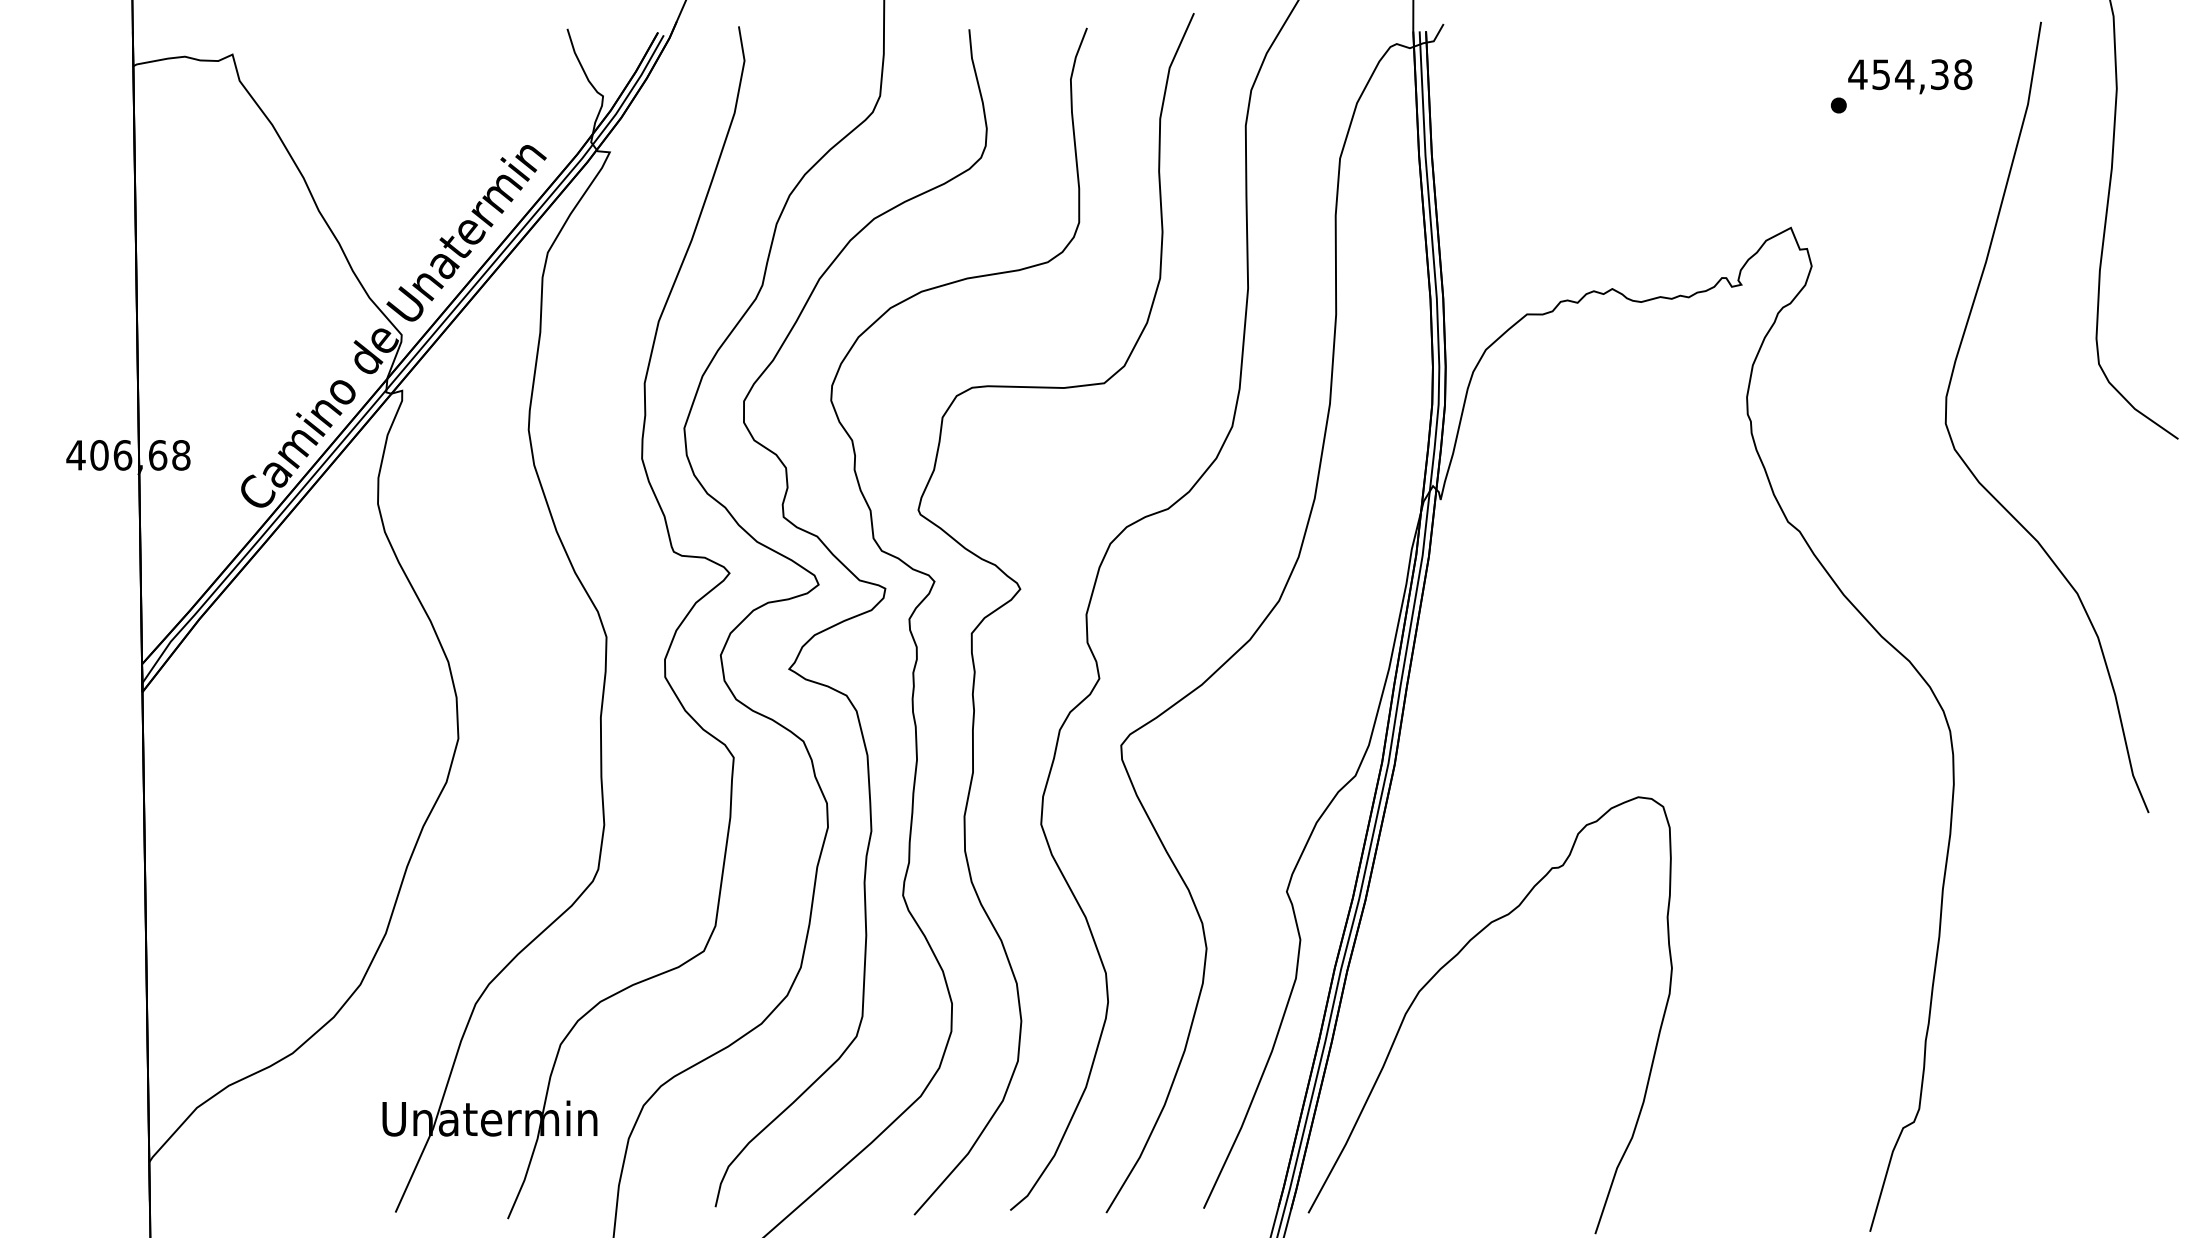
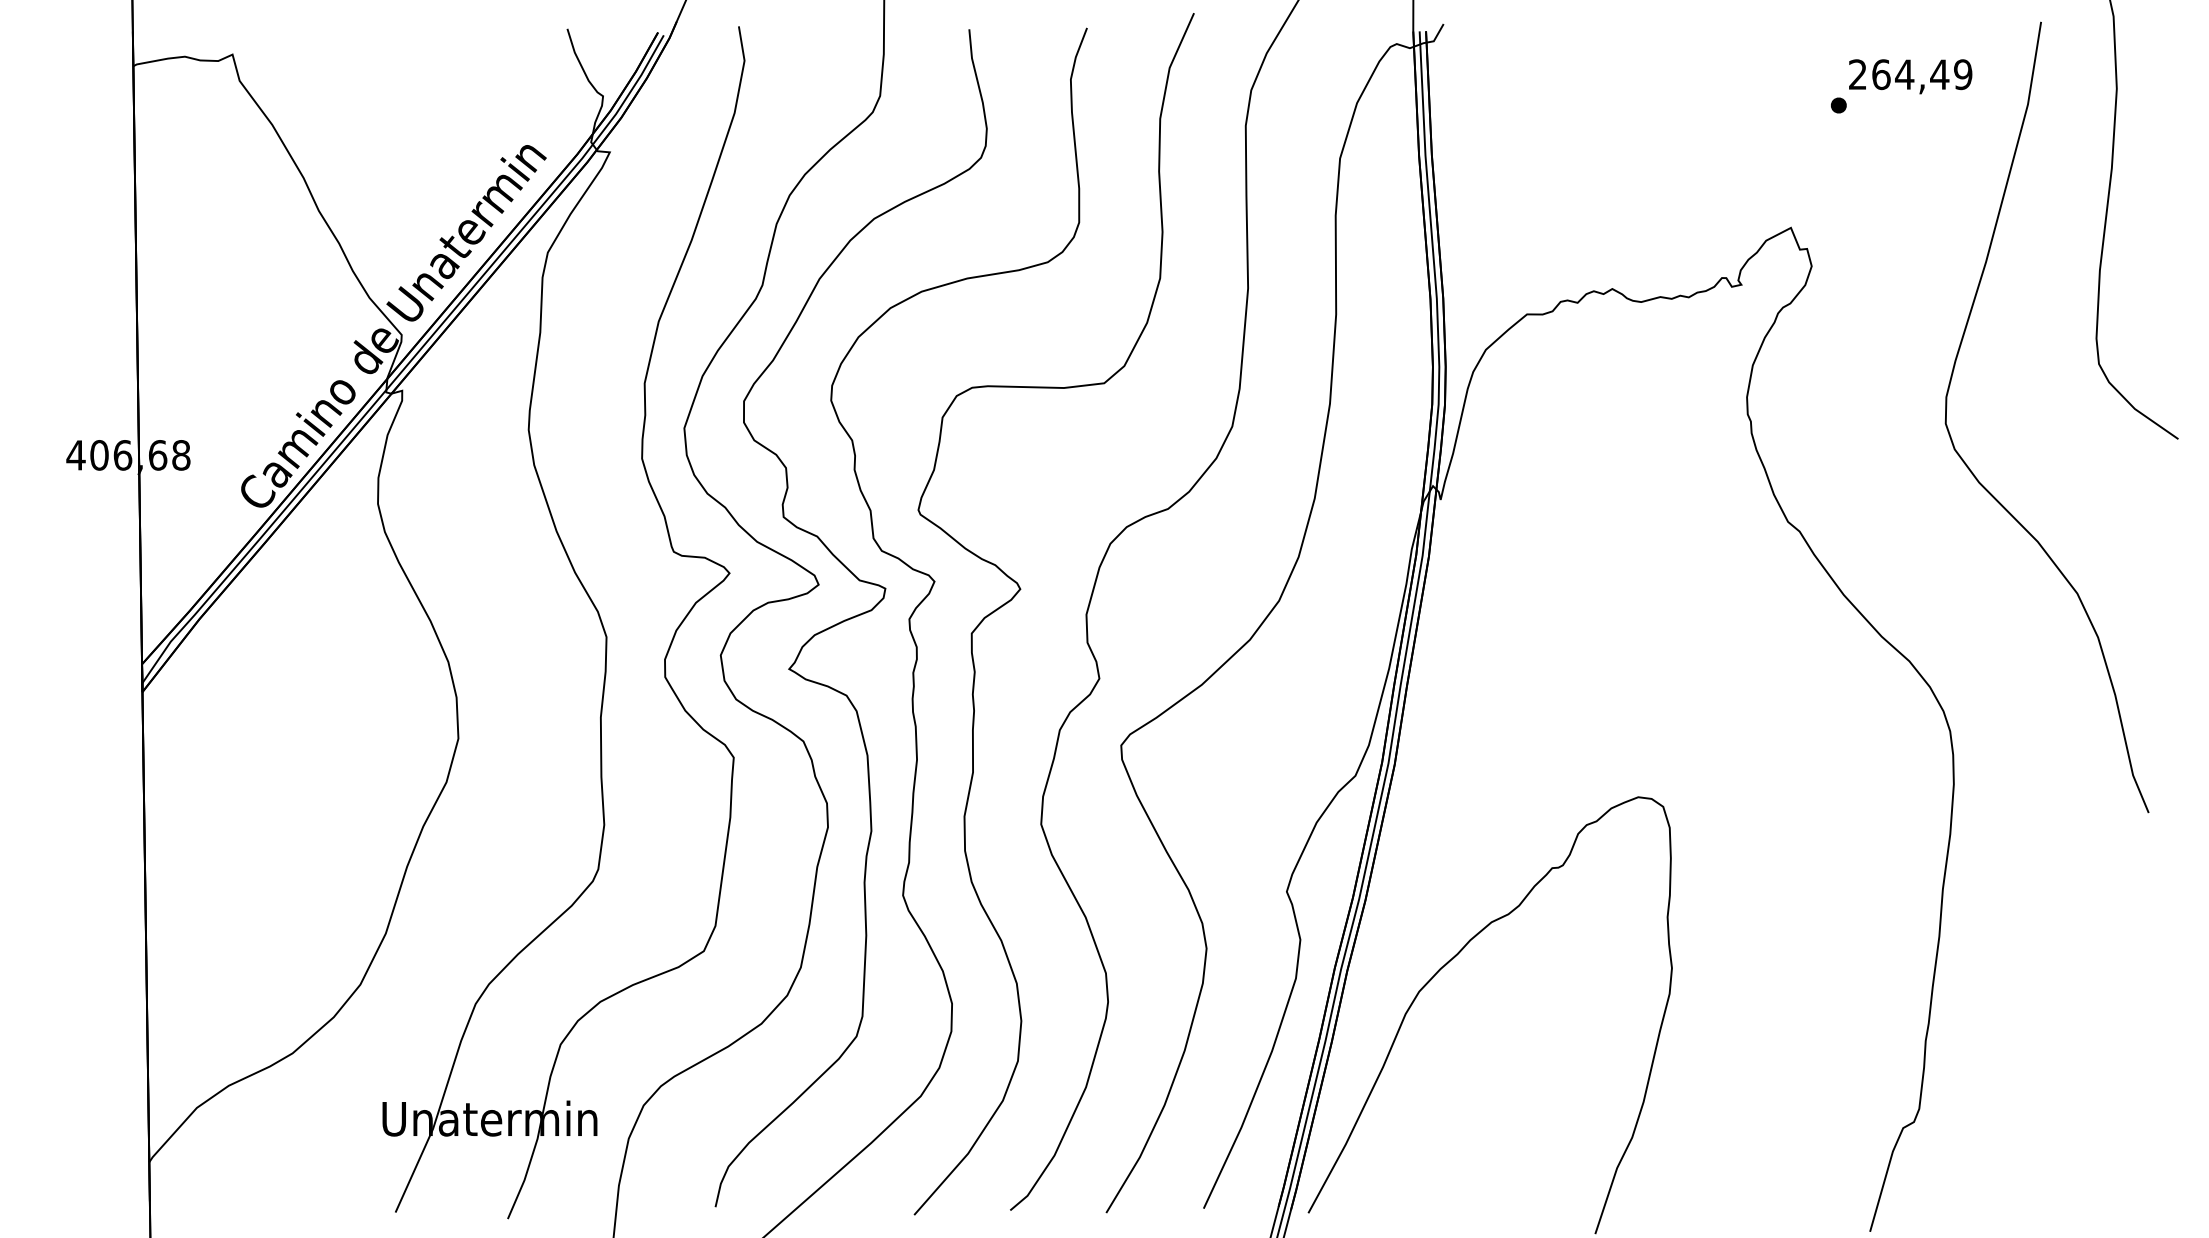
text at (1910, 74): 454,38 -> 264,49
